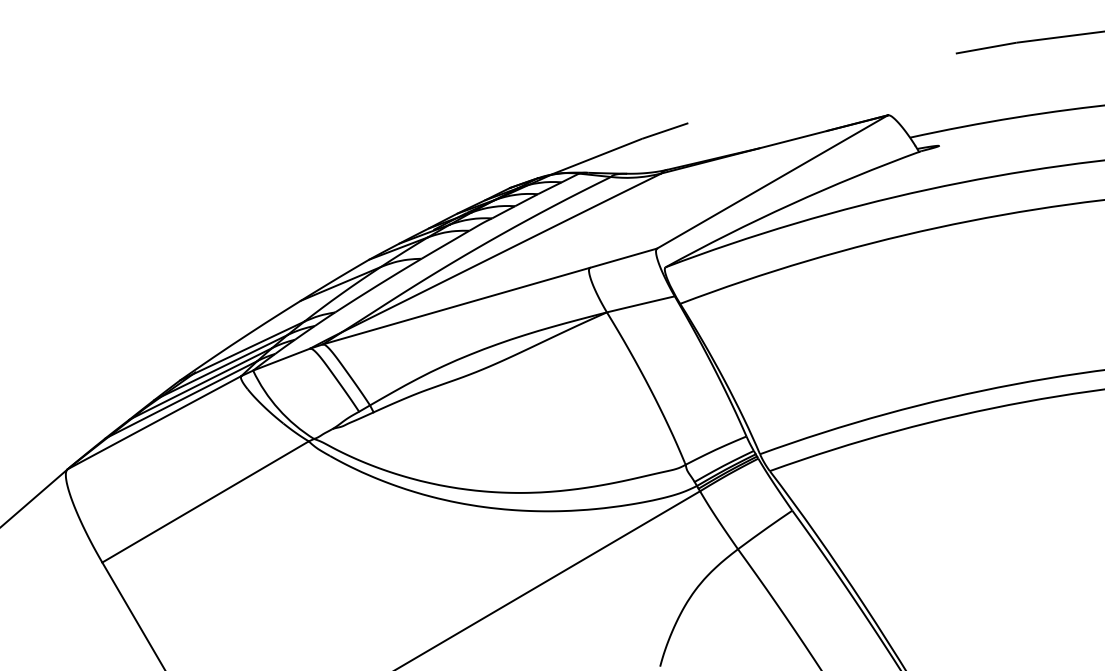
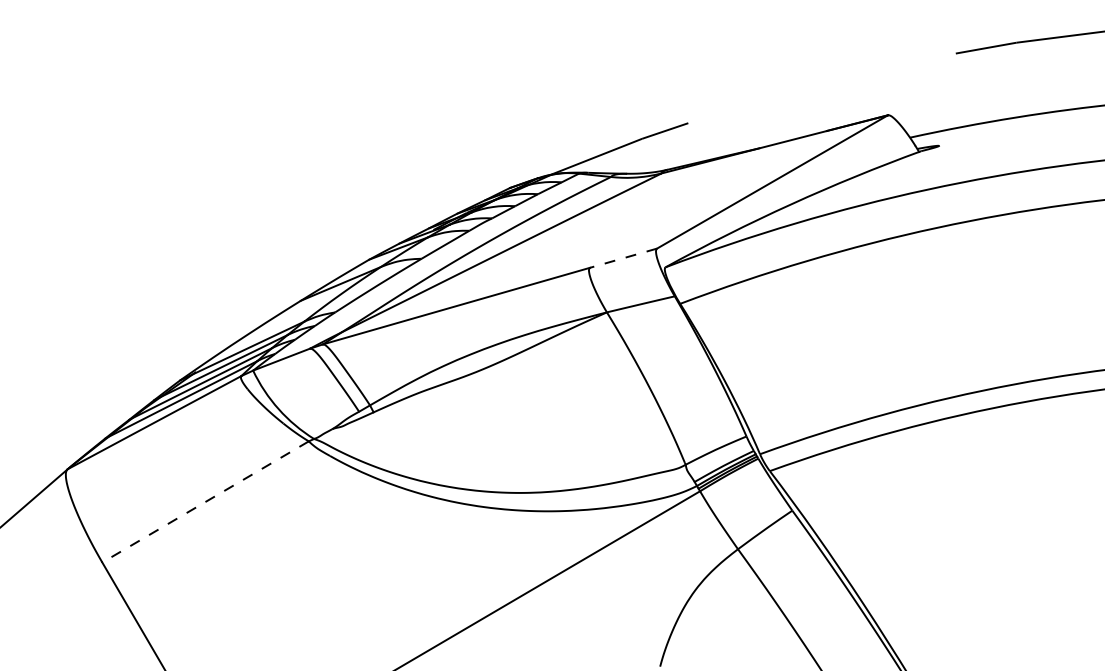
line at (623, 258): solid -> dashed
line at (205, 501): solid -> dashed
